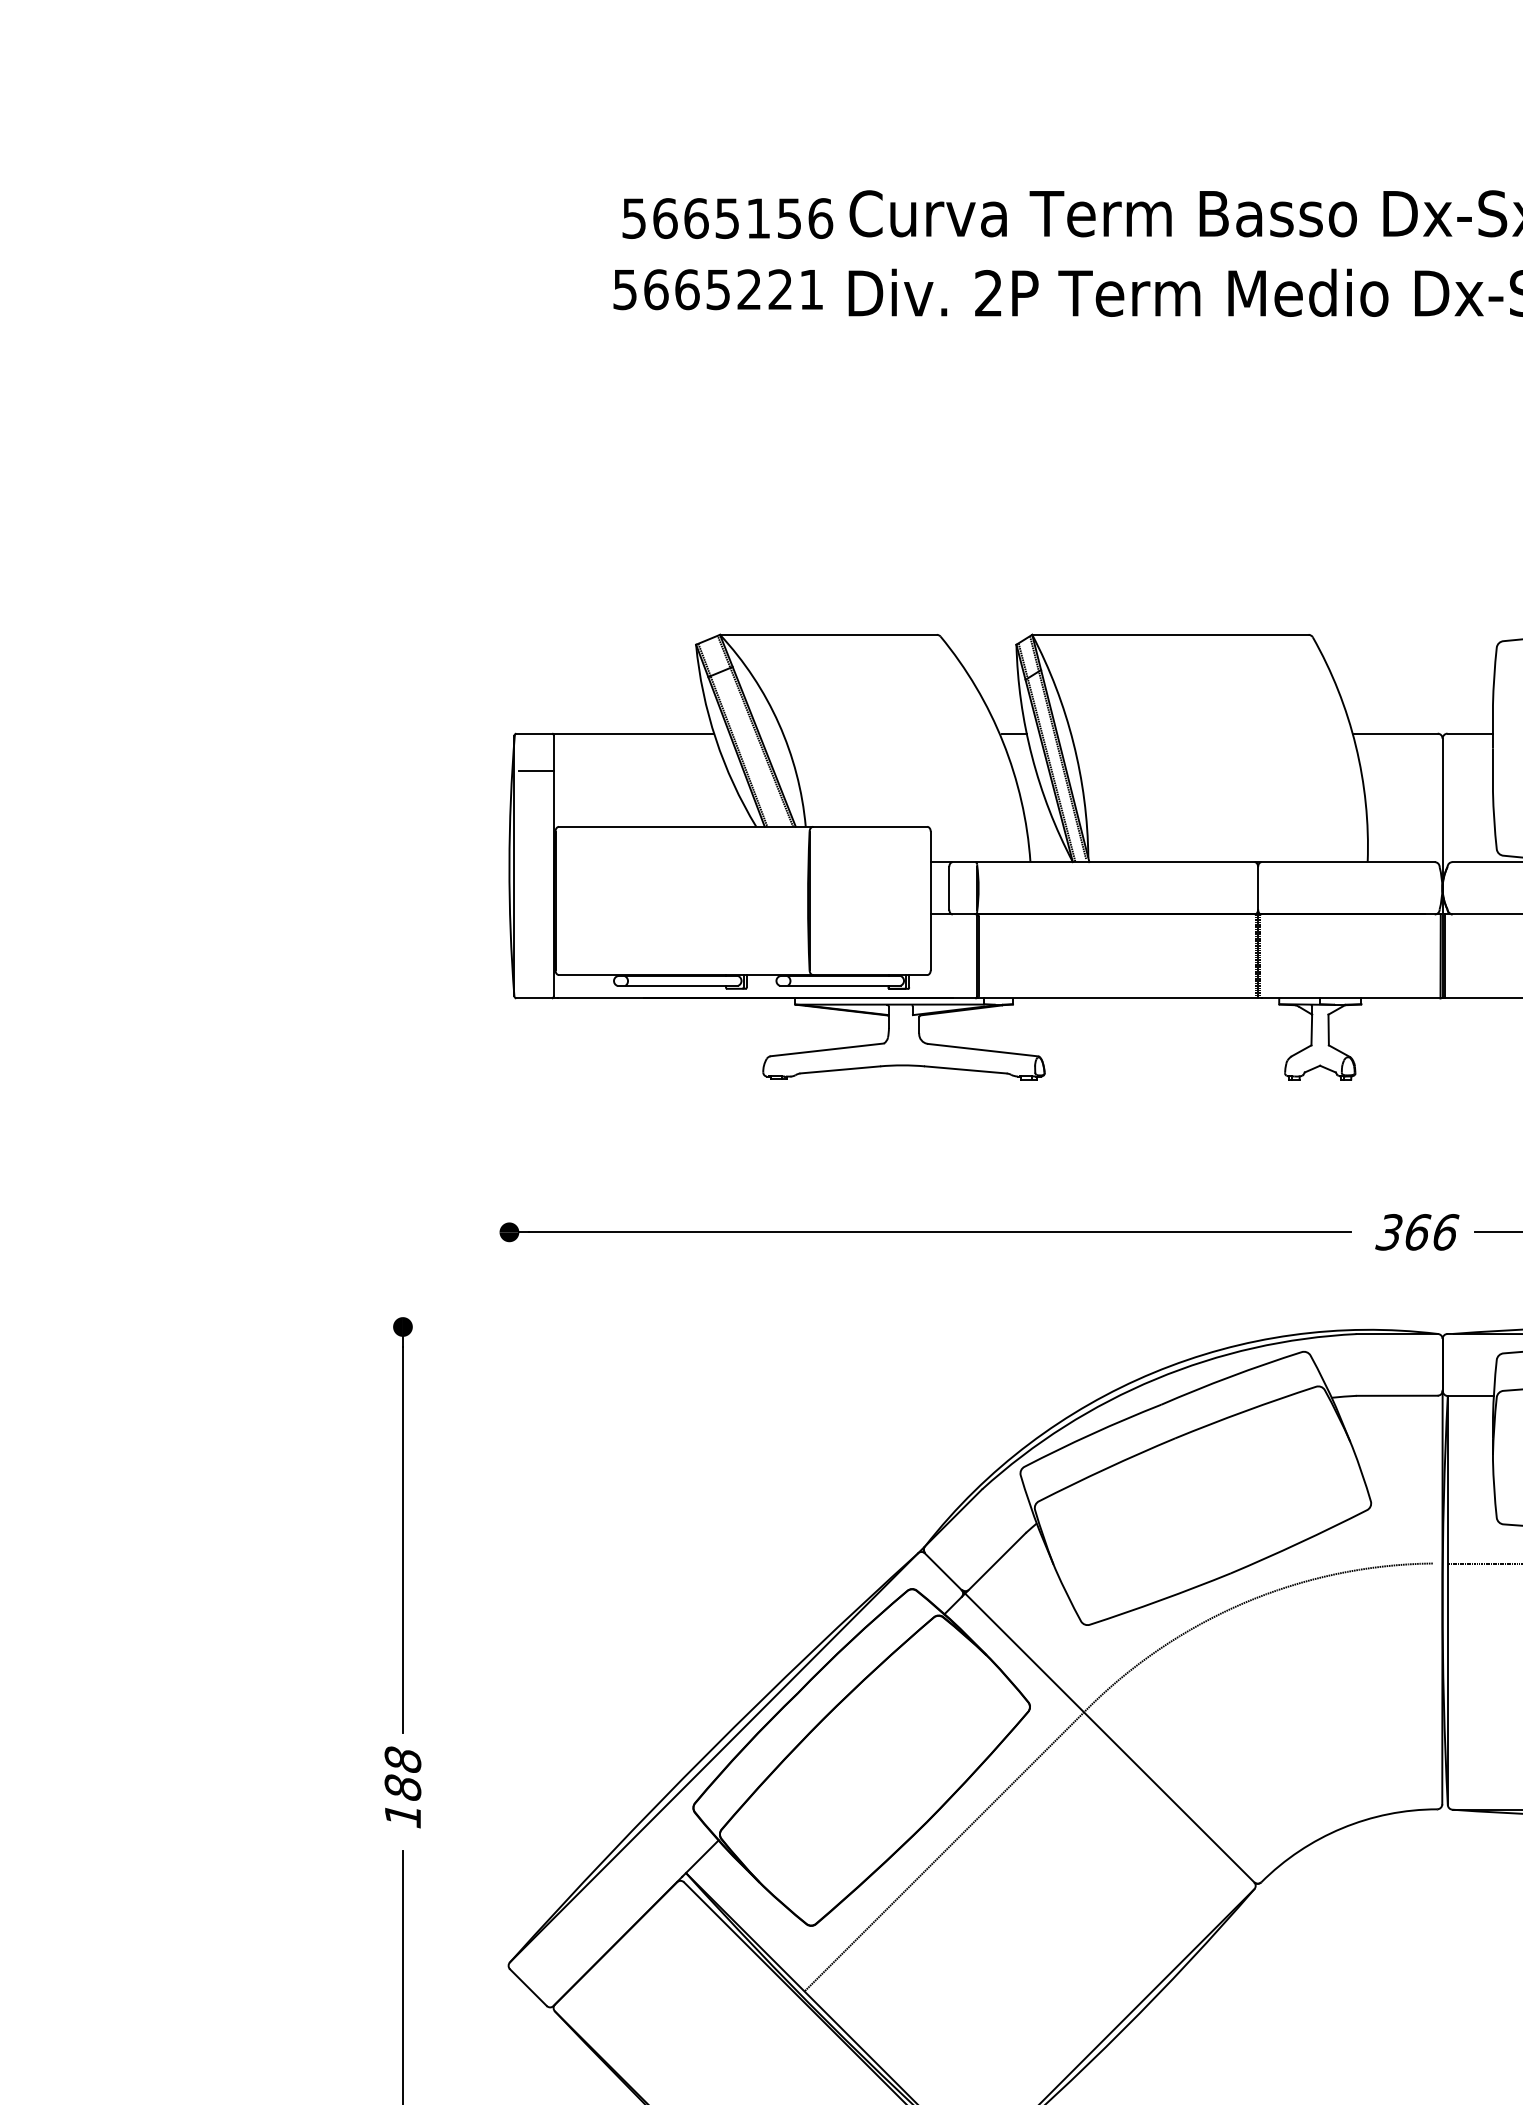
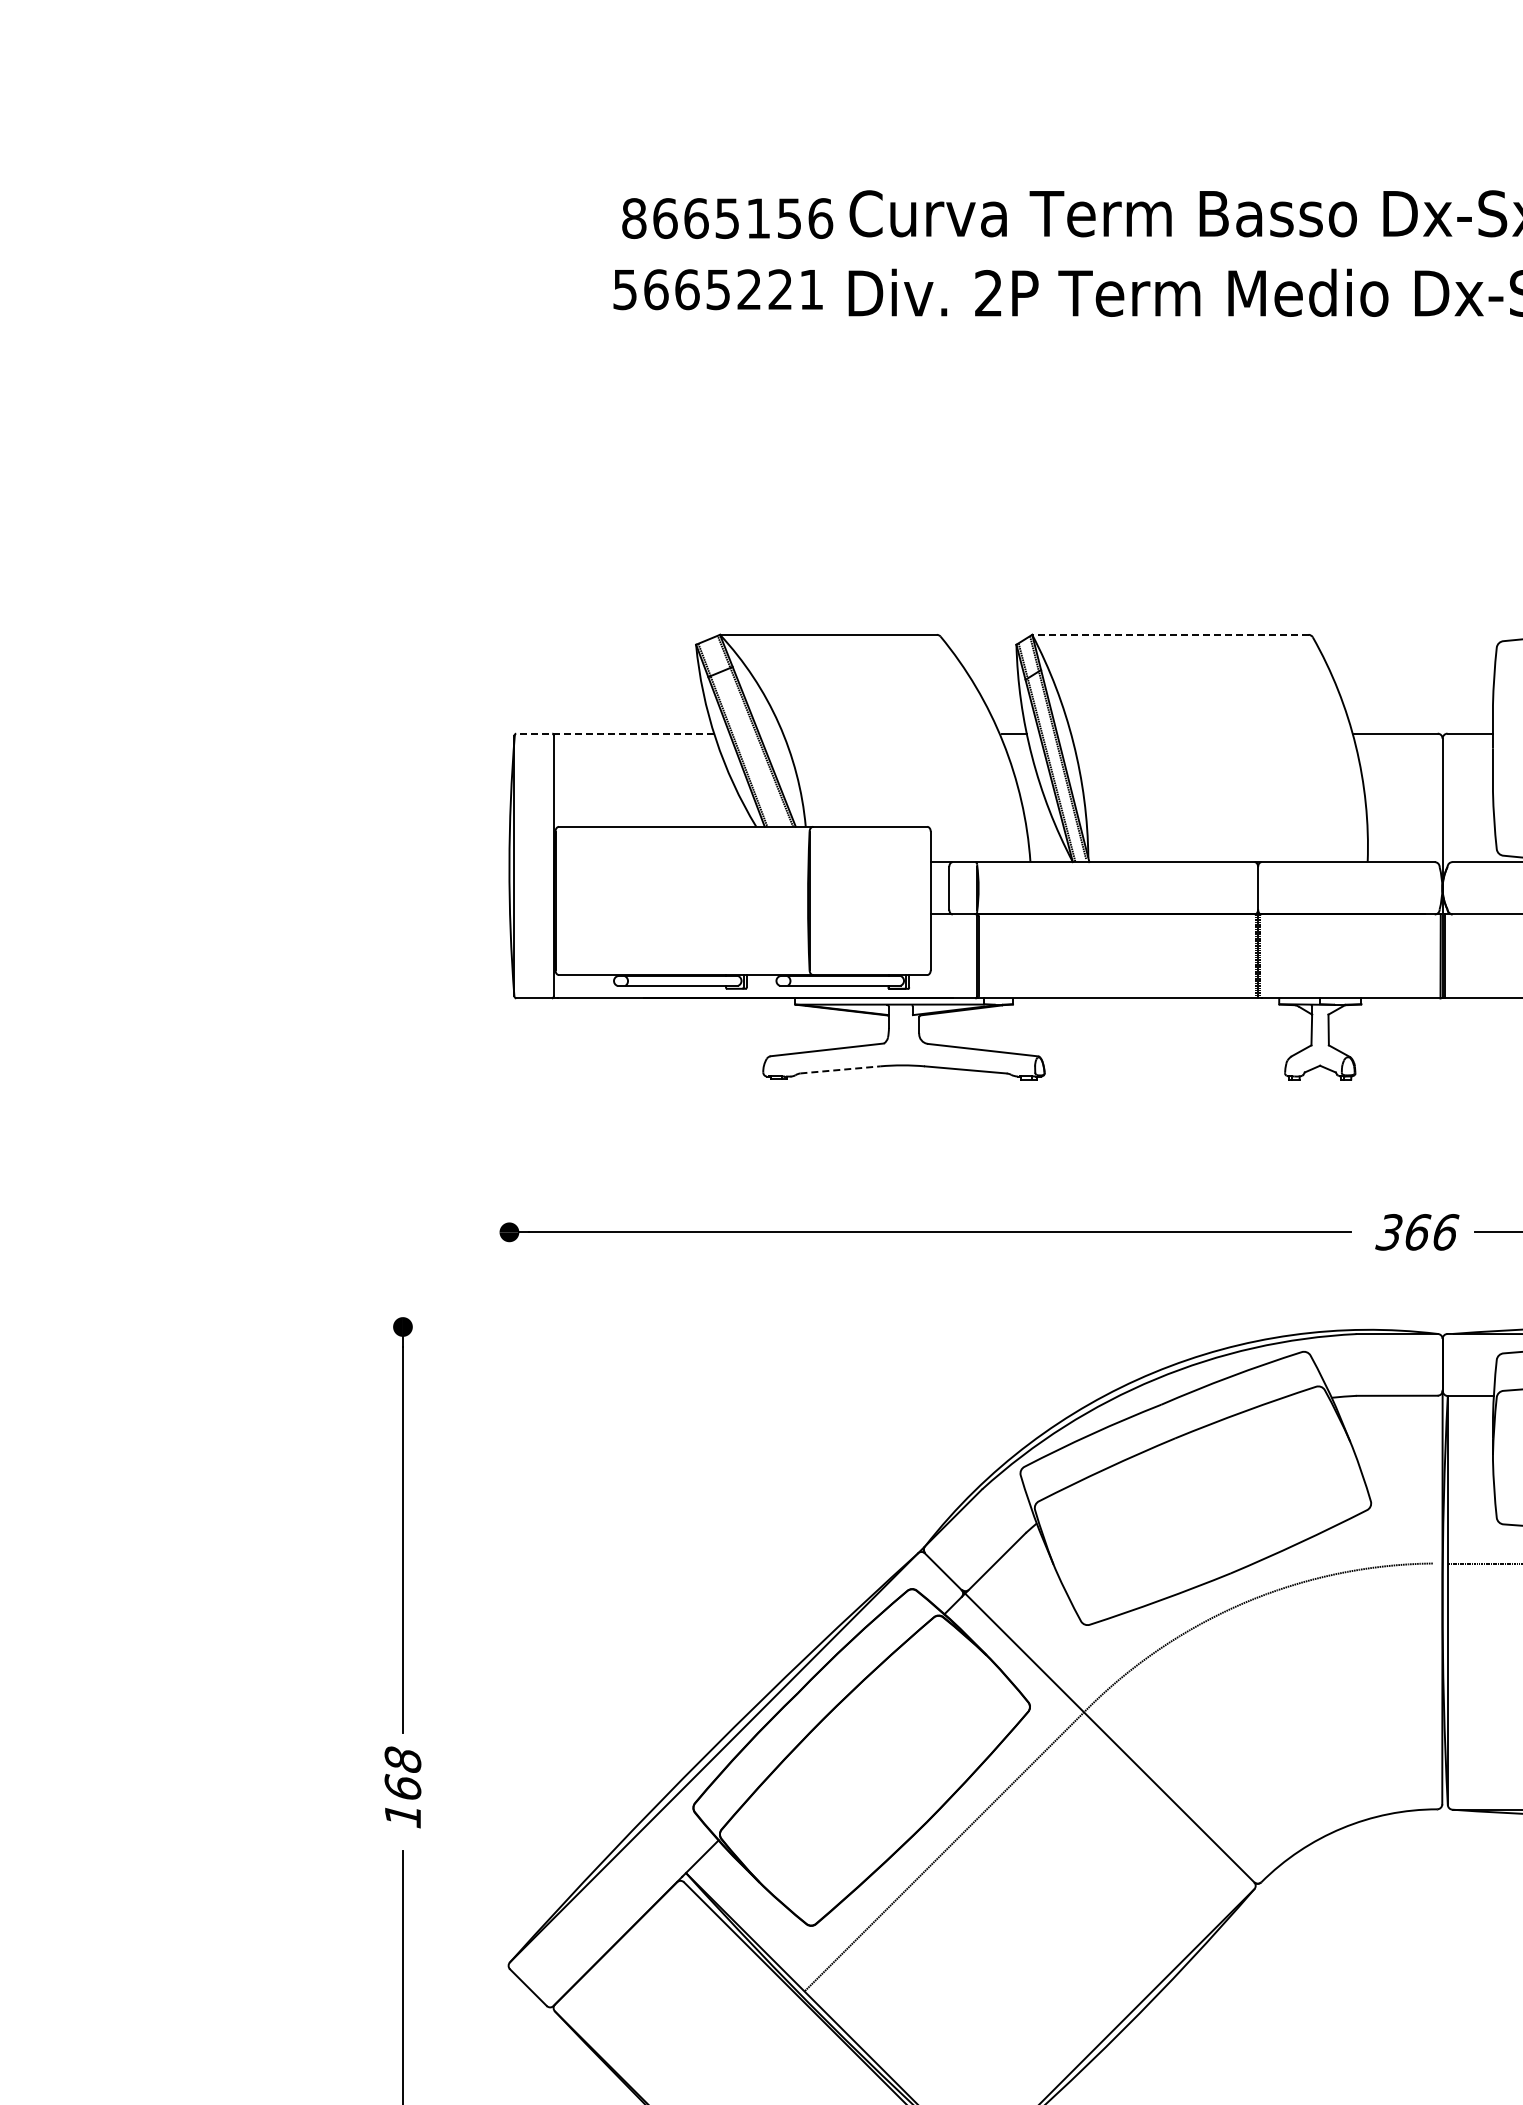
text at (634, 218): 5665156 -> 8665156
line at (1169, 634): solid -> dashed
line at (615, 733): solid -> dashed
line at (535, 770): present -> none
line at (840, 1069): solid -> dashed
text at (402, 1786): 188 -> 168
